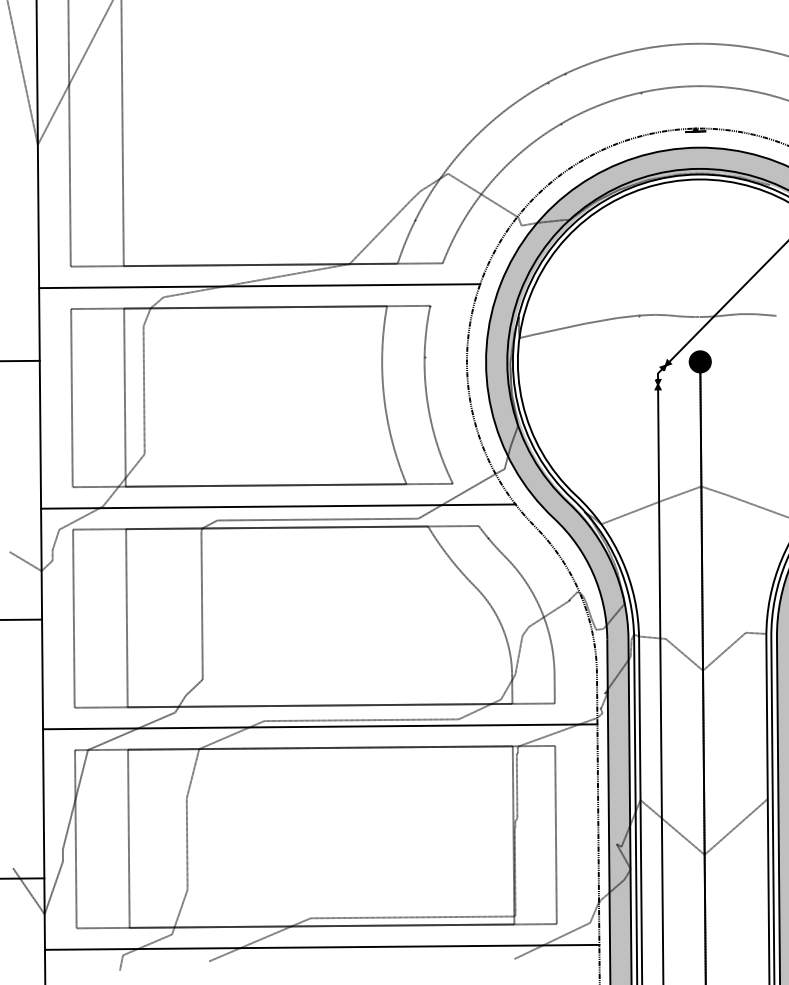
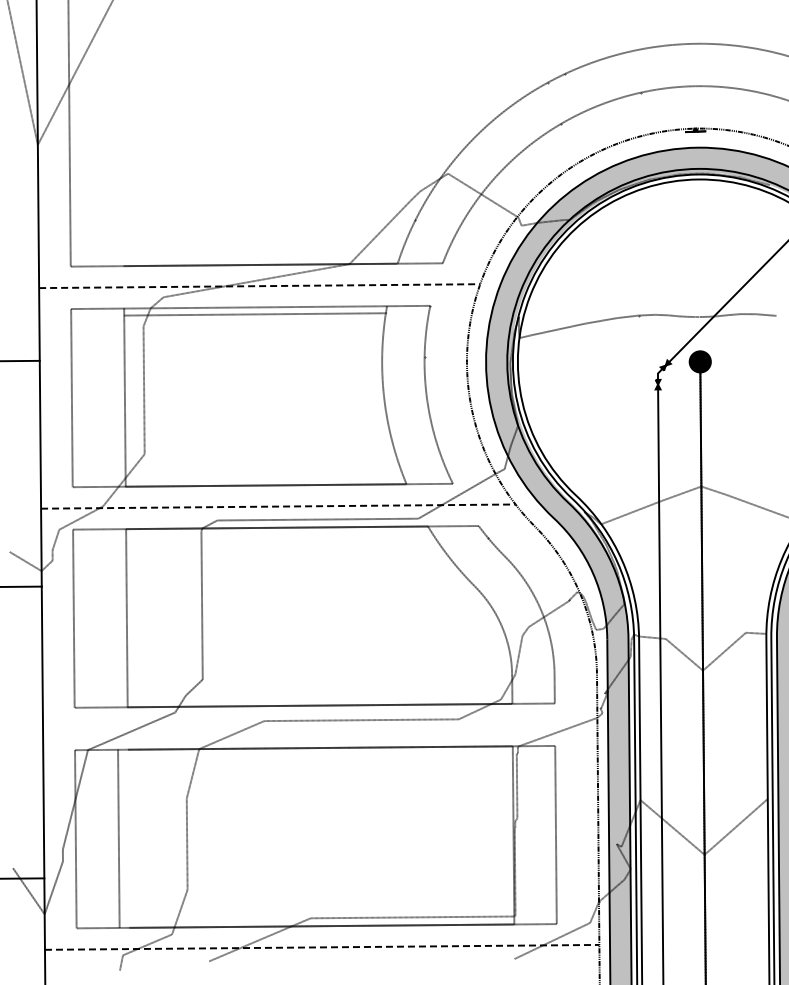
line at (122, 134): present -> none
line at (259, 286): solid -> dashed
line at (255, 307) position: (255, 307) -> (255, 314)
line at (278, 506): solid -> dashed
line at (22, 619) position: (22, 619) -> (22, 586)
line at (320, 726): present -> none
line at (128, 838) position: (128, 838) -> (118, 838)
line at (322, 947): solid -> dashed
